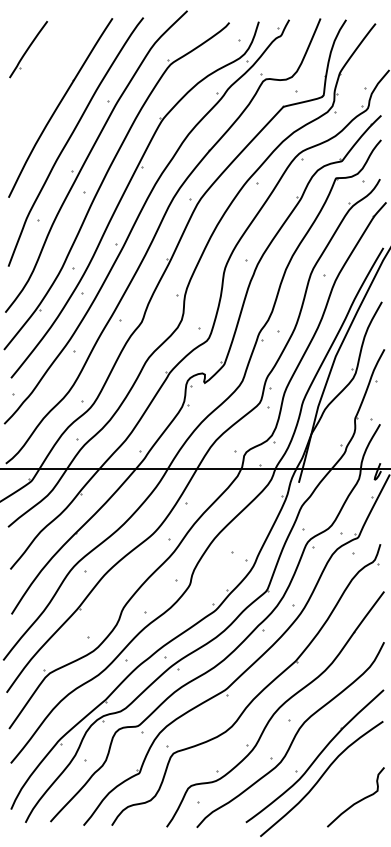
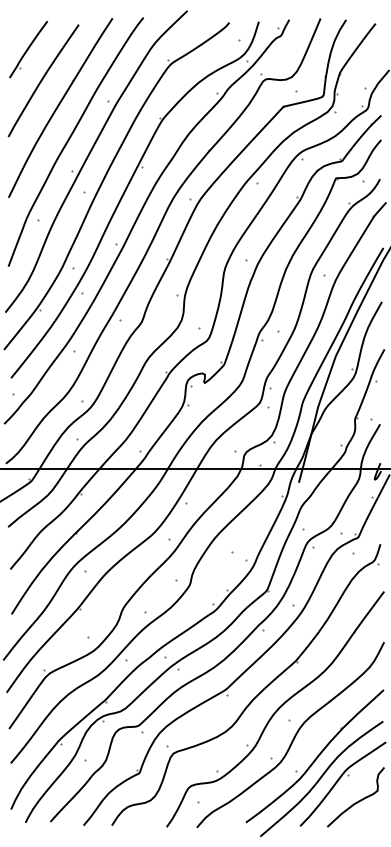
curve at (43, 79): none -> present
part at (342, 783): none -> present
